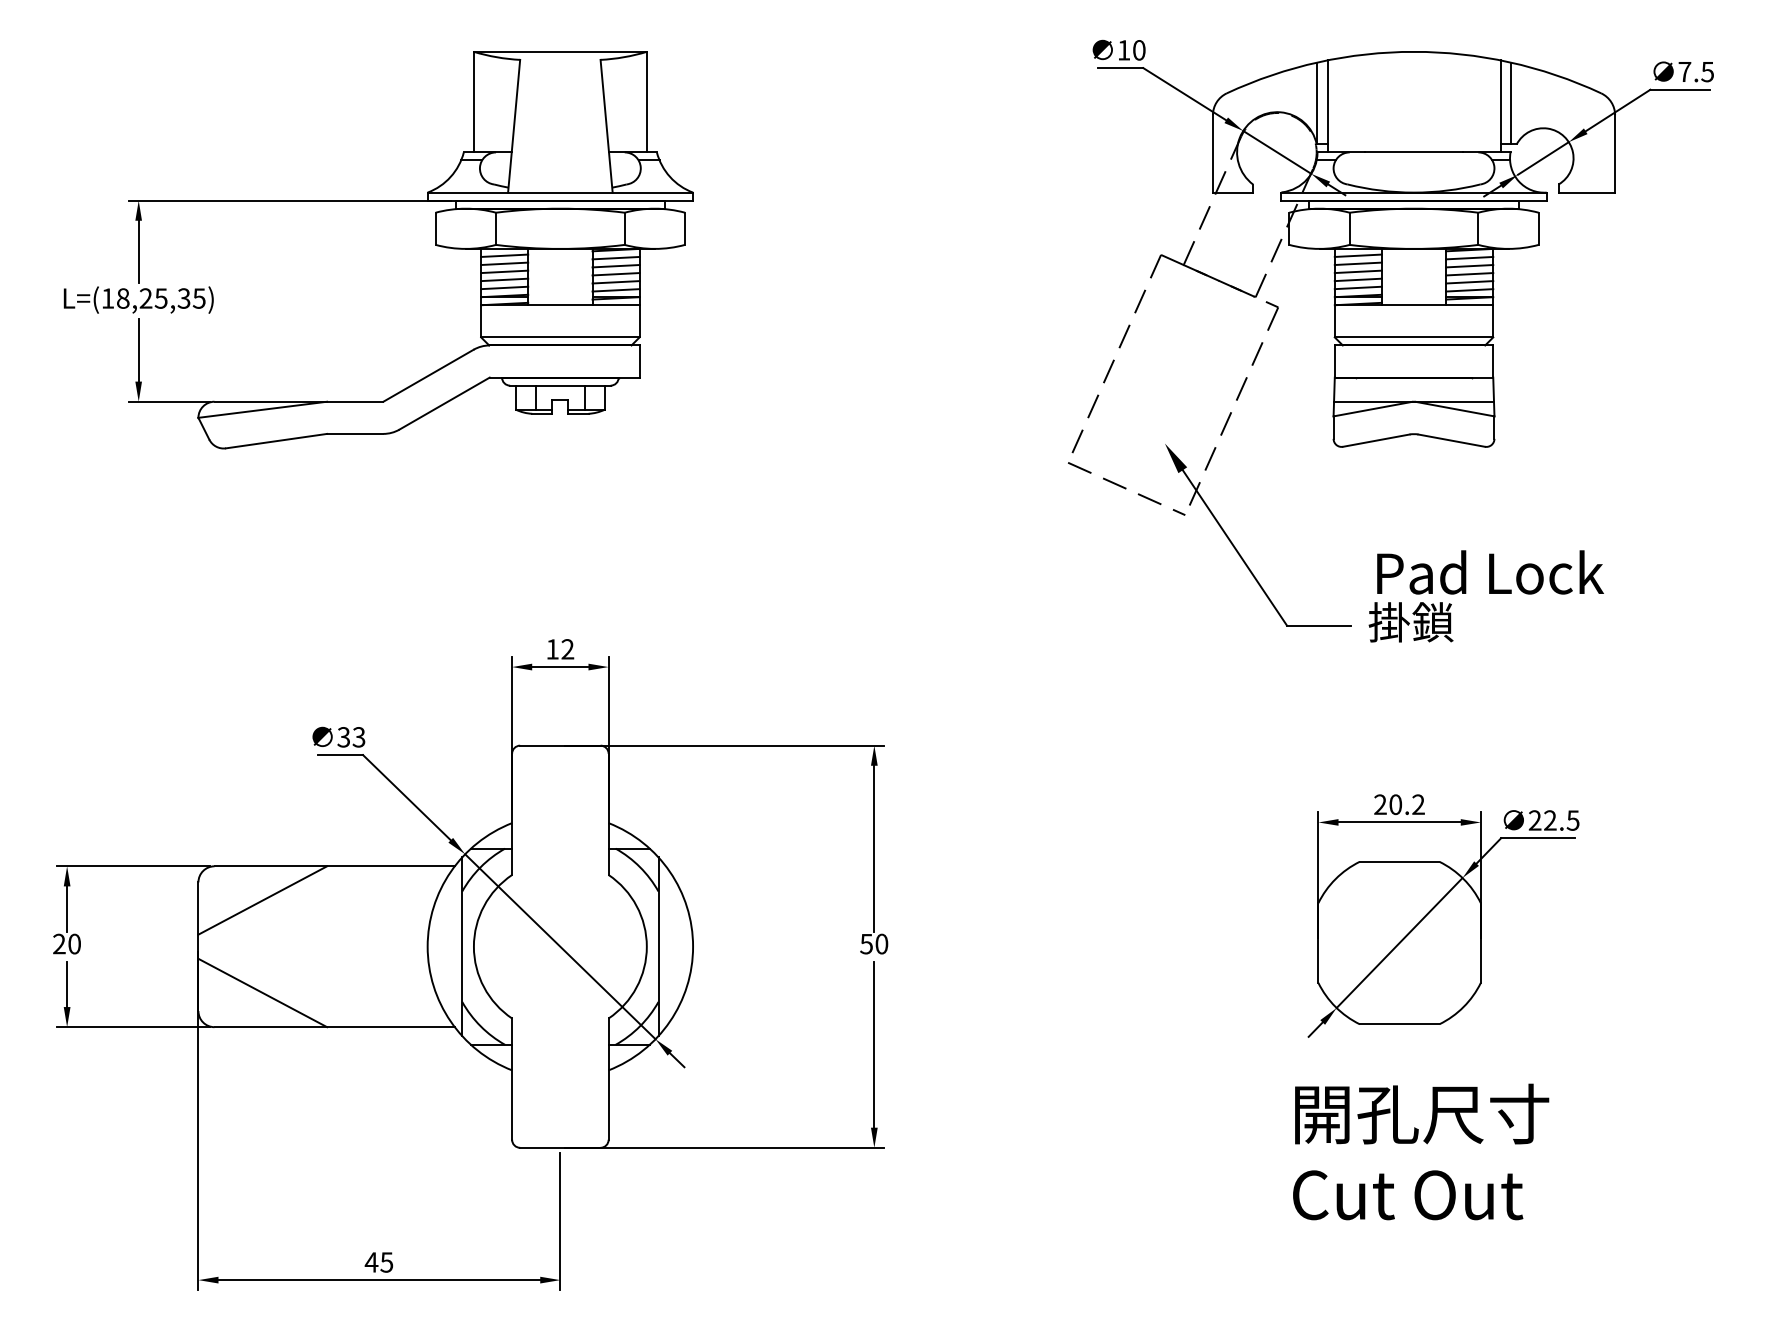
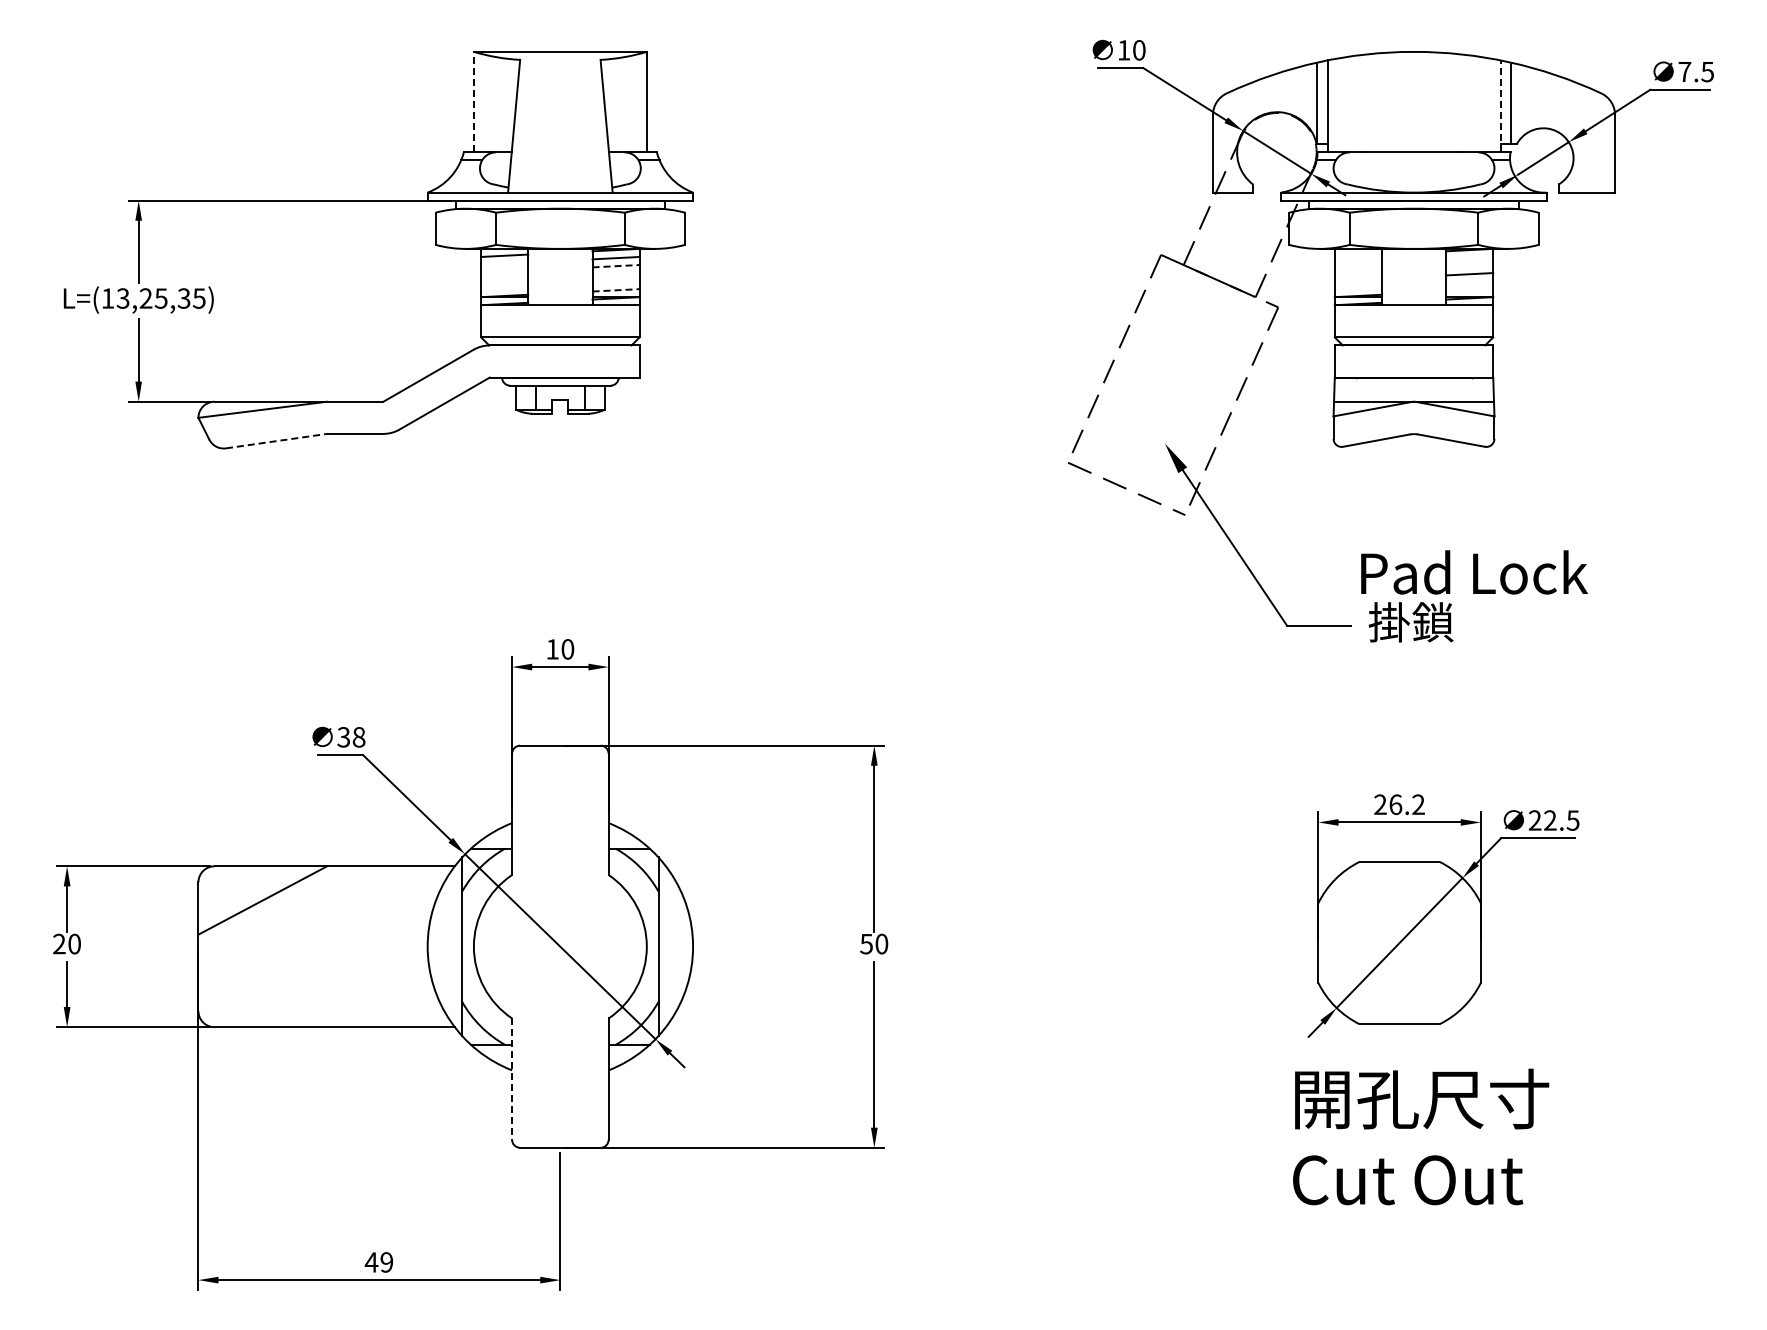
line at (473, 101): solid -> dashed
line at (1500, 105): solid -> dashed
line at (1357, 255): present -> none
line at (1469, 257): present -> none
line at (504, 263): present -> none
line at (1357, 263): present -> none
line at (616, 266): solid -> dashed
line at (1469, 266): present -> none
line at (504, 271): present -> none
line at (1357, 271): present -> none
line at (615, 274): present -> none
line at (504, 279): present -> none
line at (1357, 279): present -> none
line at (615, 282): present -> none
line at (1469, 282): present -> none
line at (504, 287): present -> none
line at (1357, 287): present -> none
line at (616, 290): solid -> dashed
line at (1469, 290): present -> none
text at (122, 298): L=(18,25,35) -> L=(13,25,35)
line at (277, 441): solid -> dashed
text at (1490, 572) position: (1490, 572) -> (1474, 572)
text at (567, 649): 12 -> 10
text at (358, 737): 33 -> 38
text at (1395, 804): 20.2 -> 26.2
line at (262, 992): present -> none
line at (512, 1079): solid -> dashed
text at (1421, 1151) position: (1421, 1151) -> (1421, 1136)
text at (386, 1262): 45 -> 49
